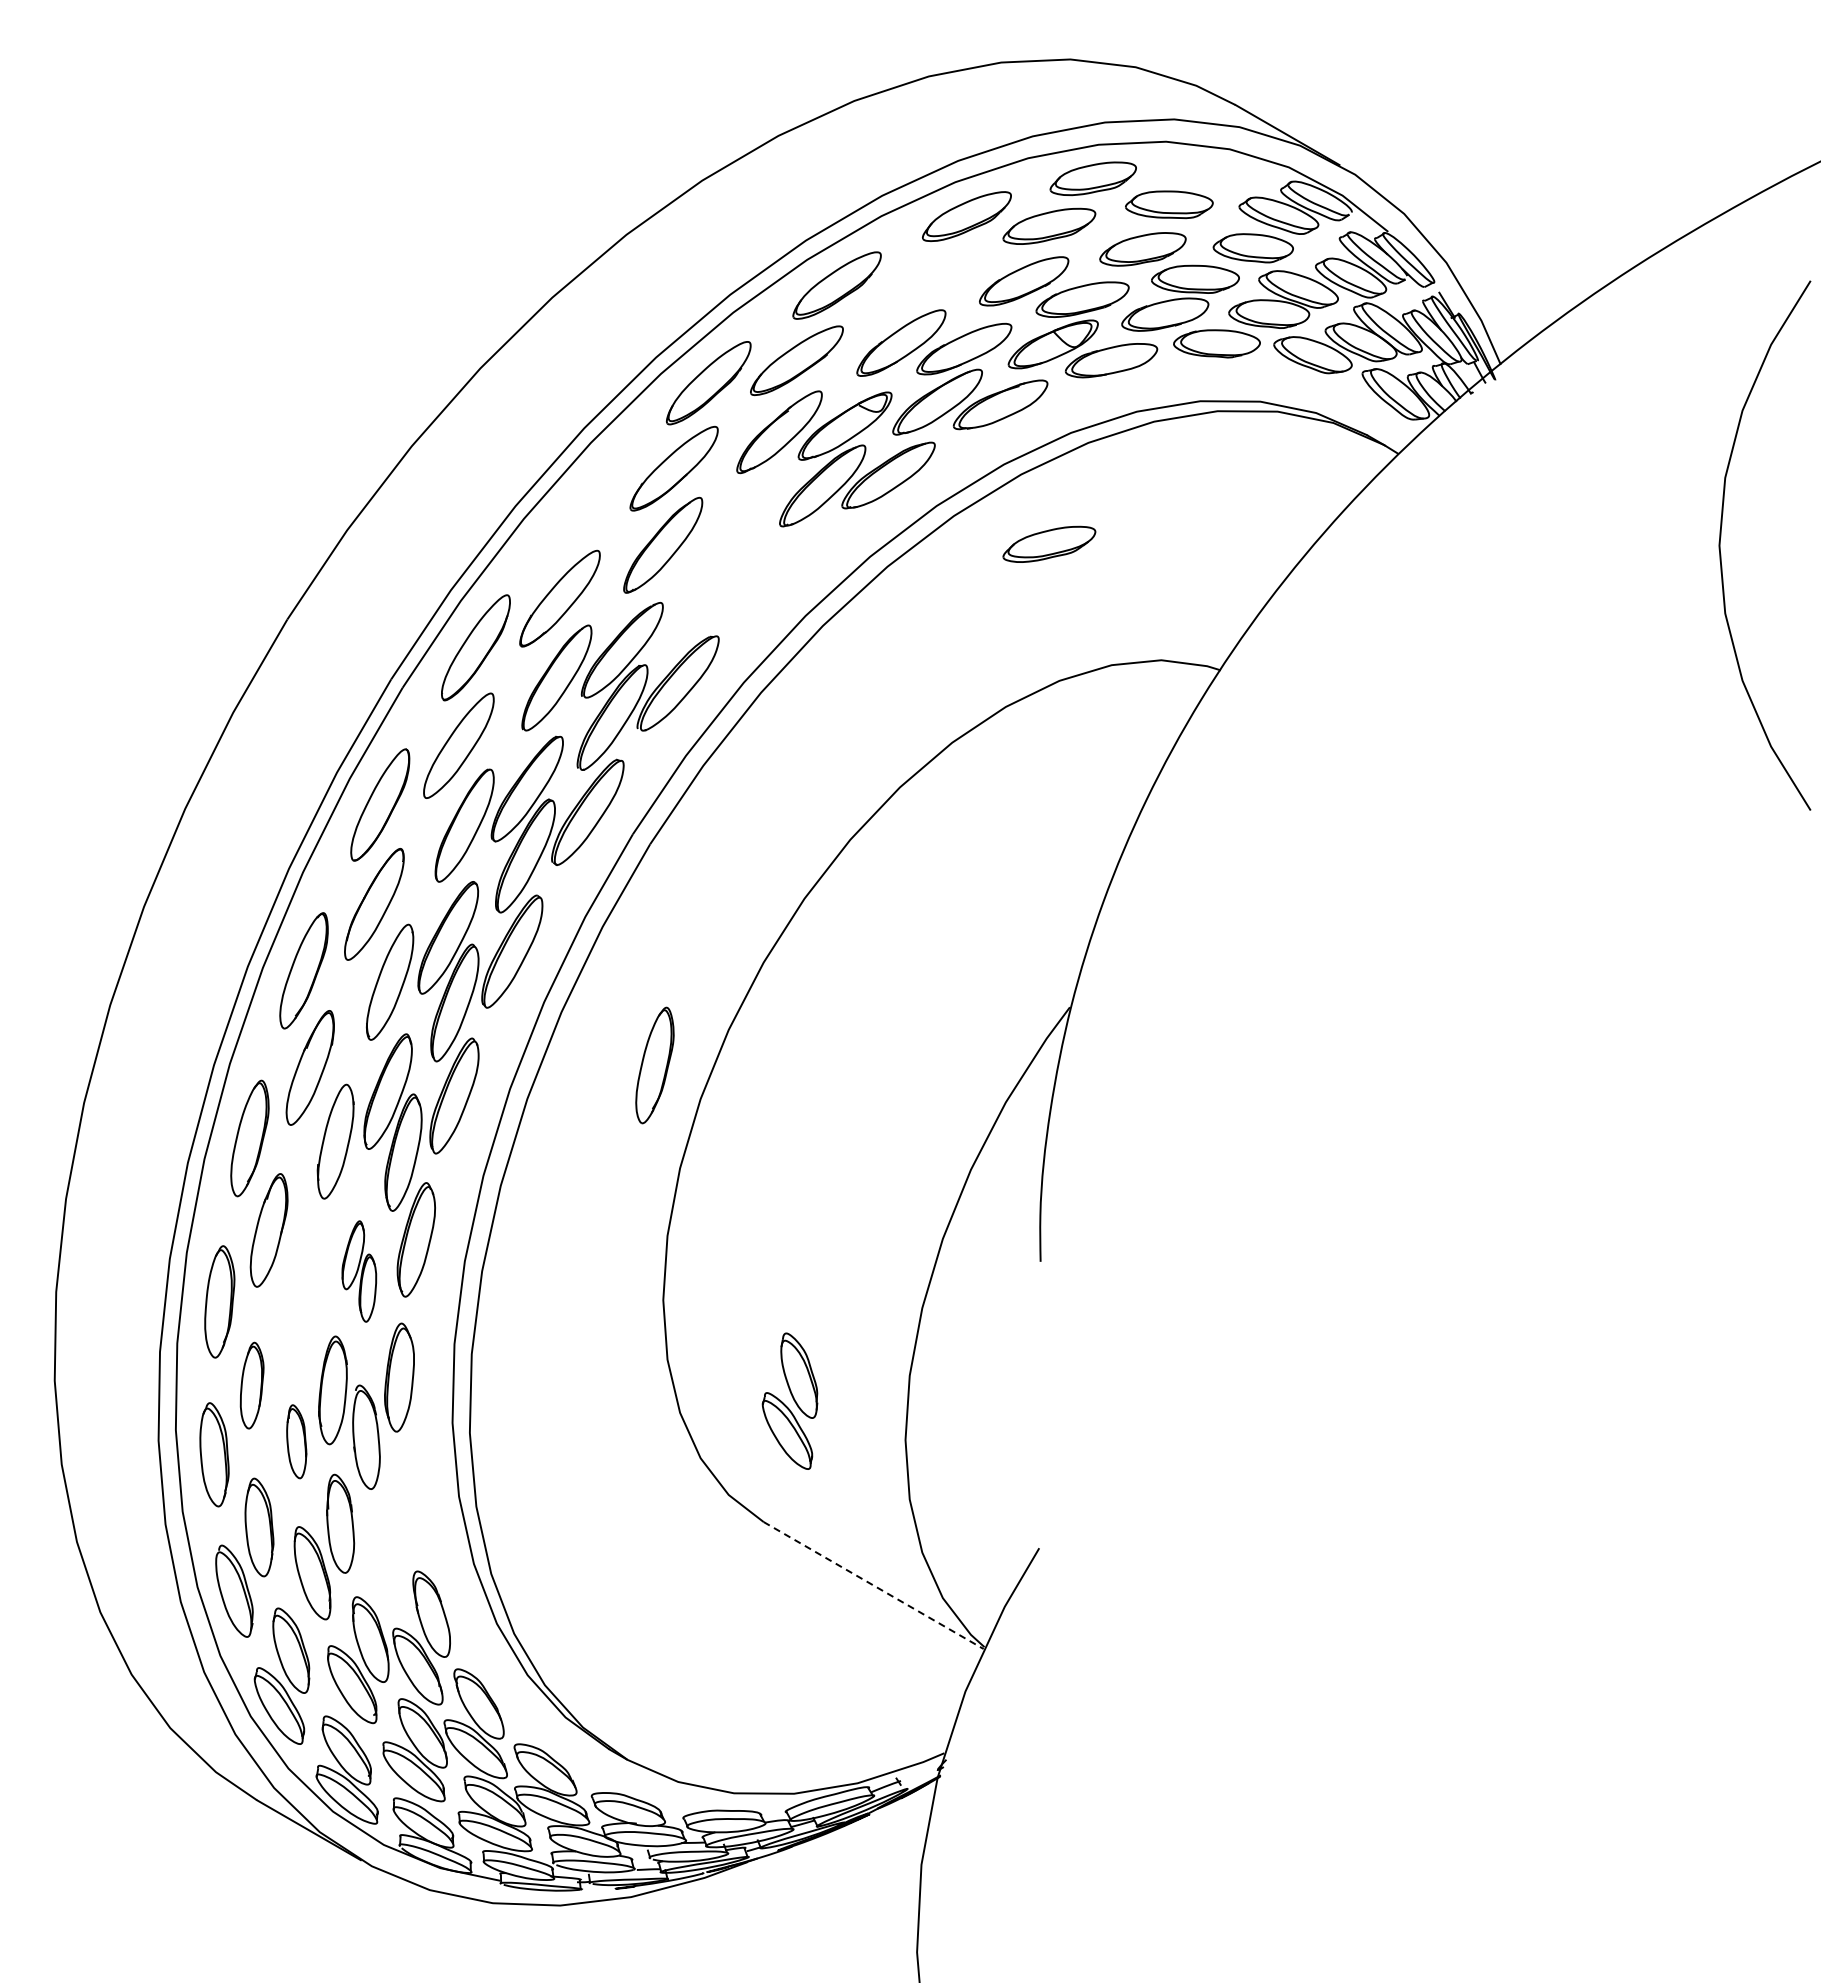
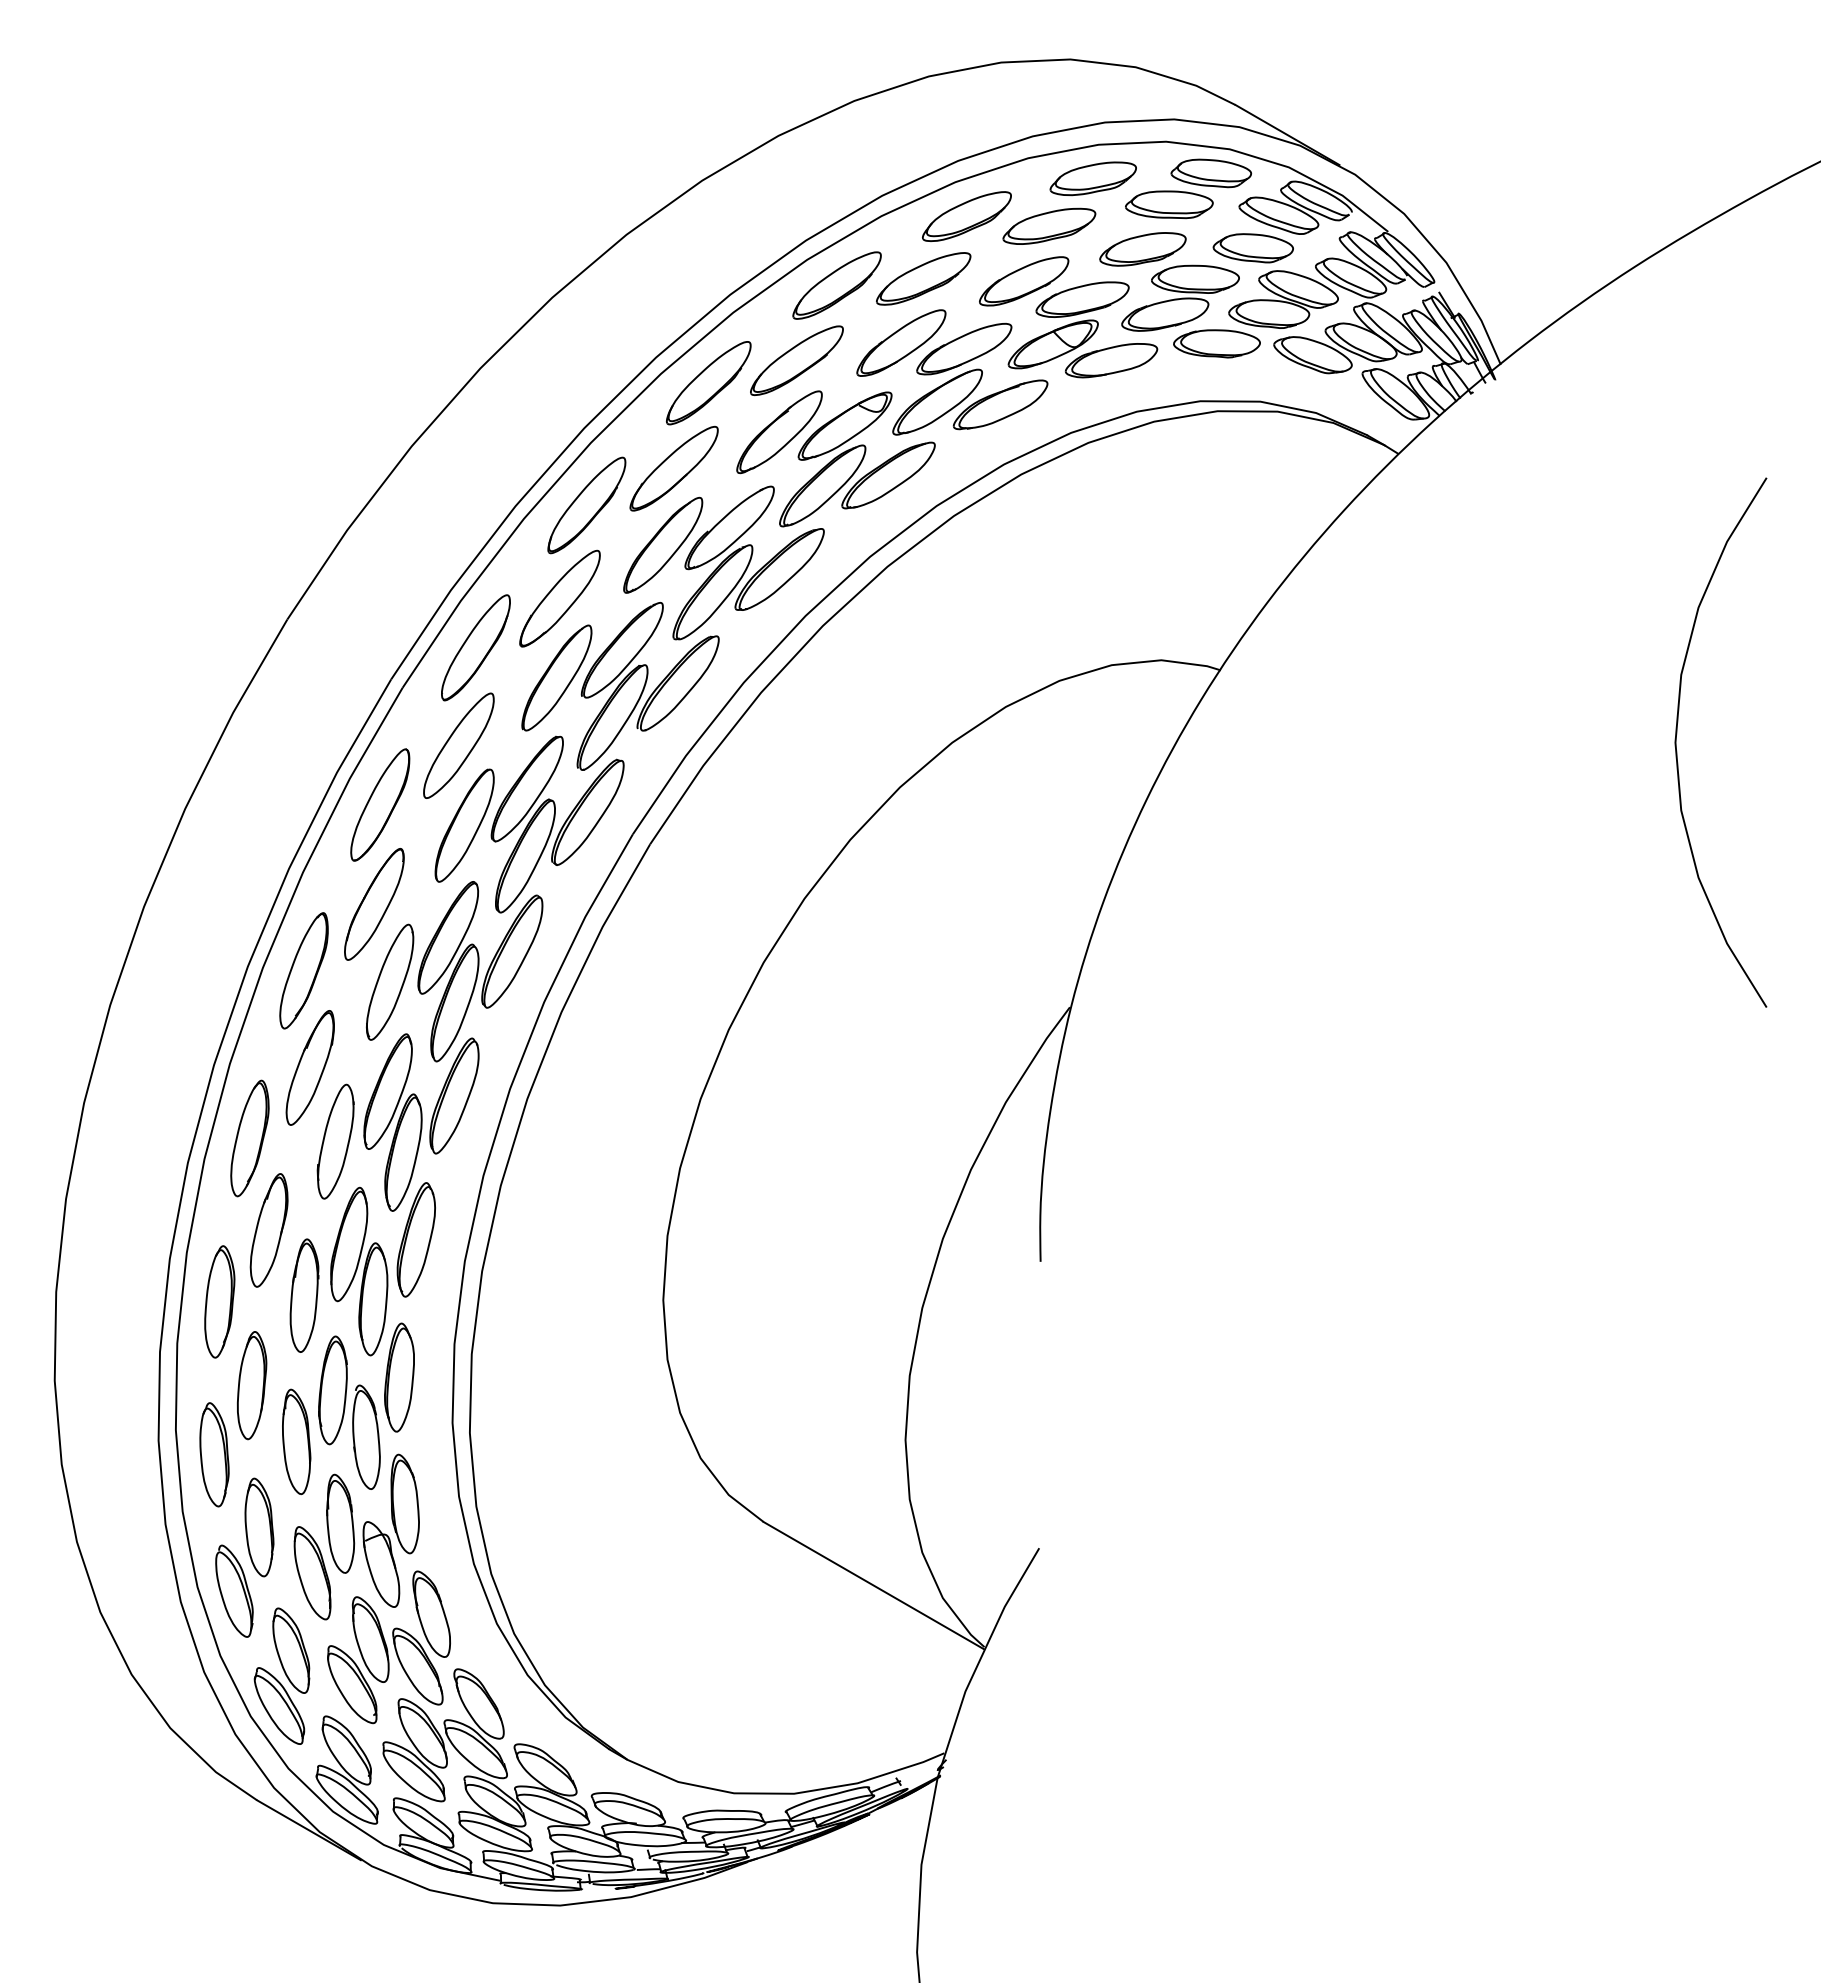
part at (1211, 173): none -> present
part at (923, 278): none -> present
part at (586, 505): none -> present
curve at (1721, 537) position: (1721, 537) -> (1677, 734)
part at (1049, 543): present -> none
part at (748, 562): none -> present
part at (654, 1065): present -> none
part at (359, 1271) size: 37x103 px -> 59x171 px
part at (304, 1295): none -> present
part at (251, 1385) size: 26x89 px -> 31x110 px
part at (789, 1400): present -> none
part at (296, 1441) size: 22x76 px -> 30x107 px
part at (390, 1530): none -> present
line at (873, 1585): dashed -> solid
